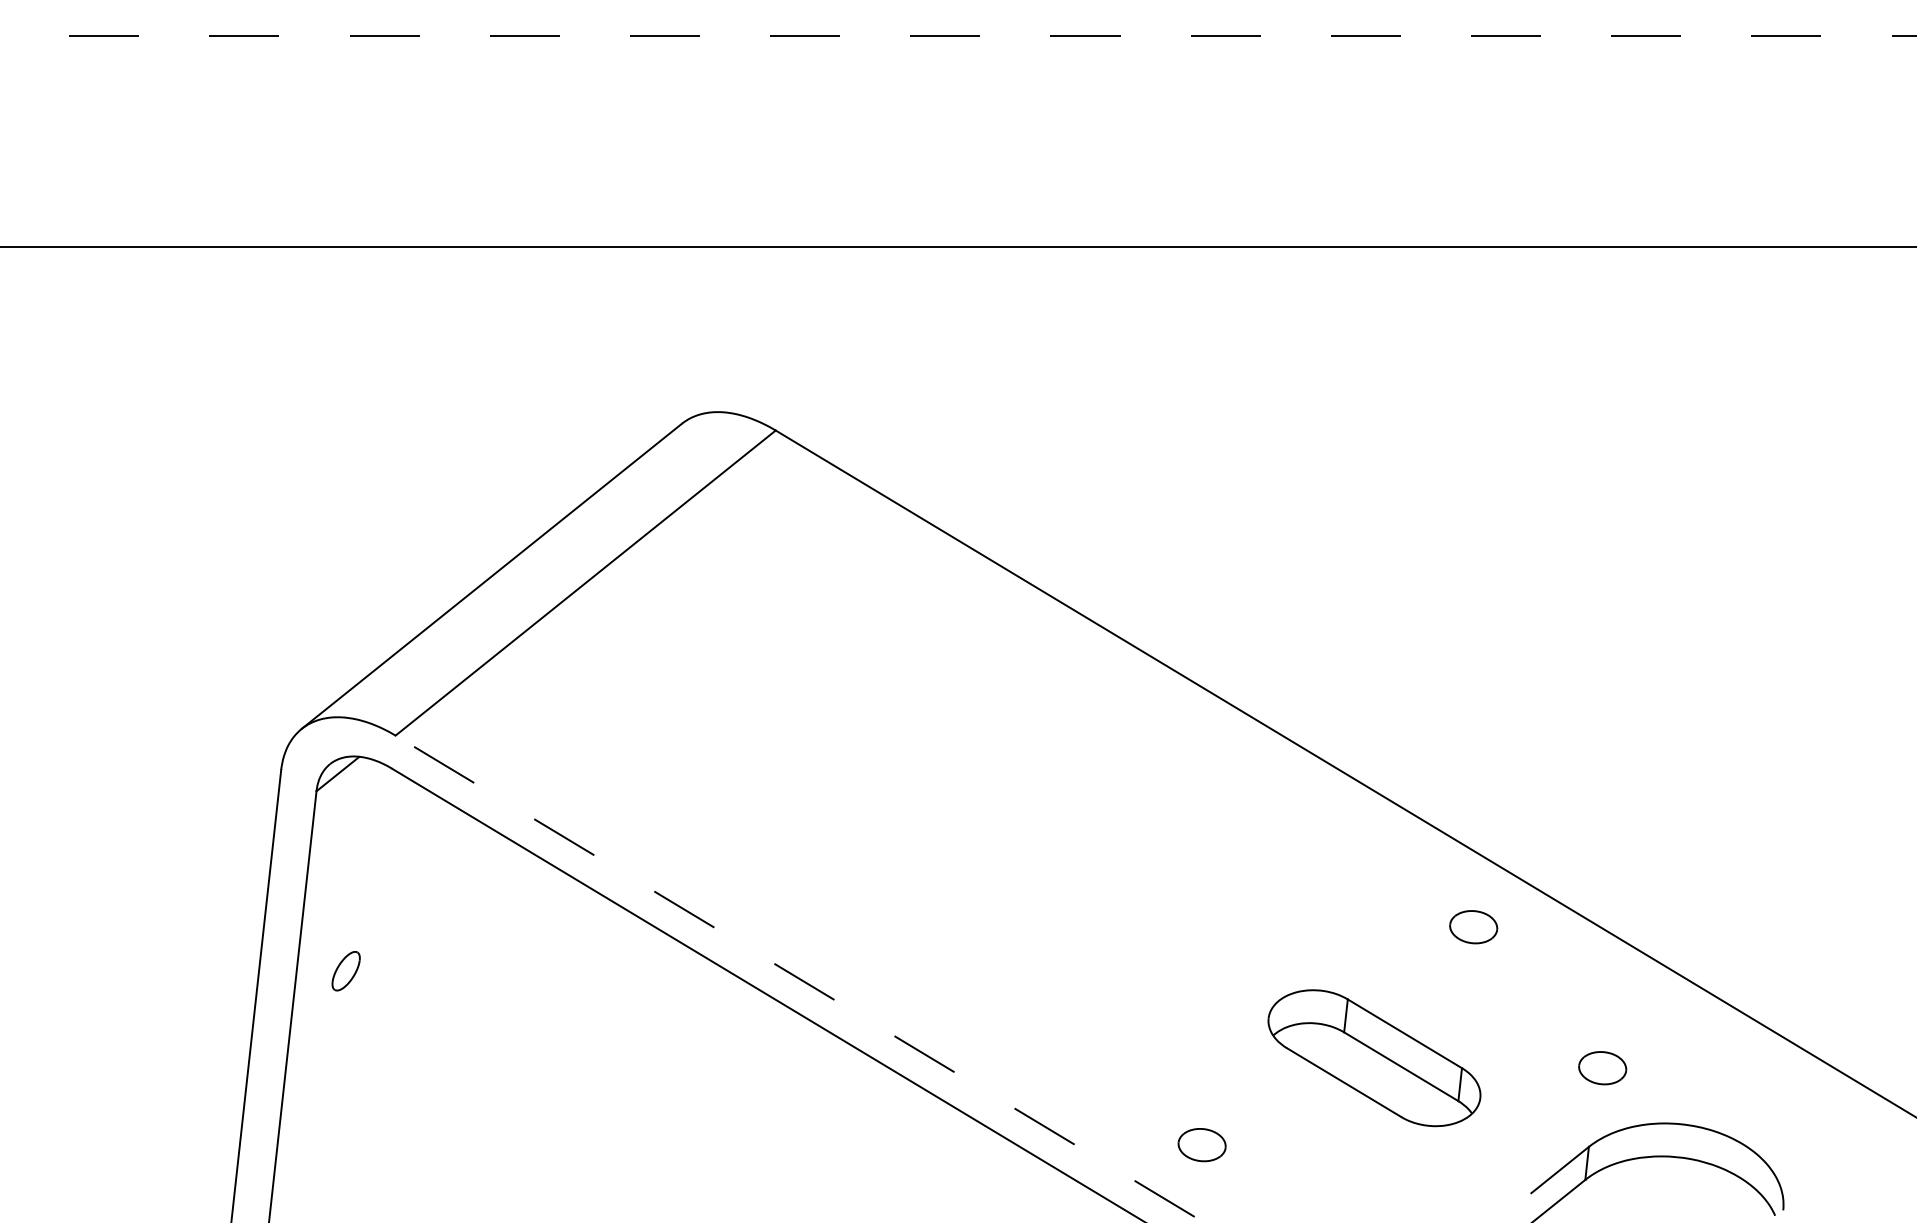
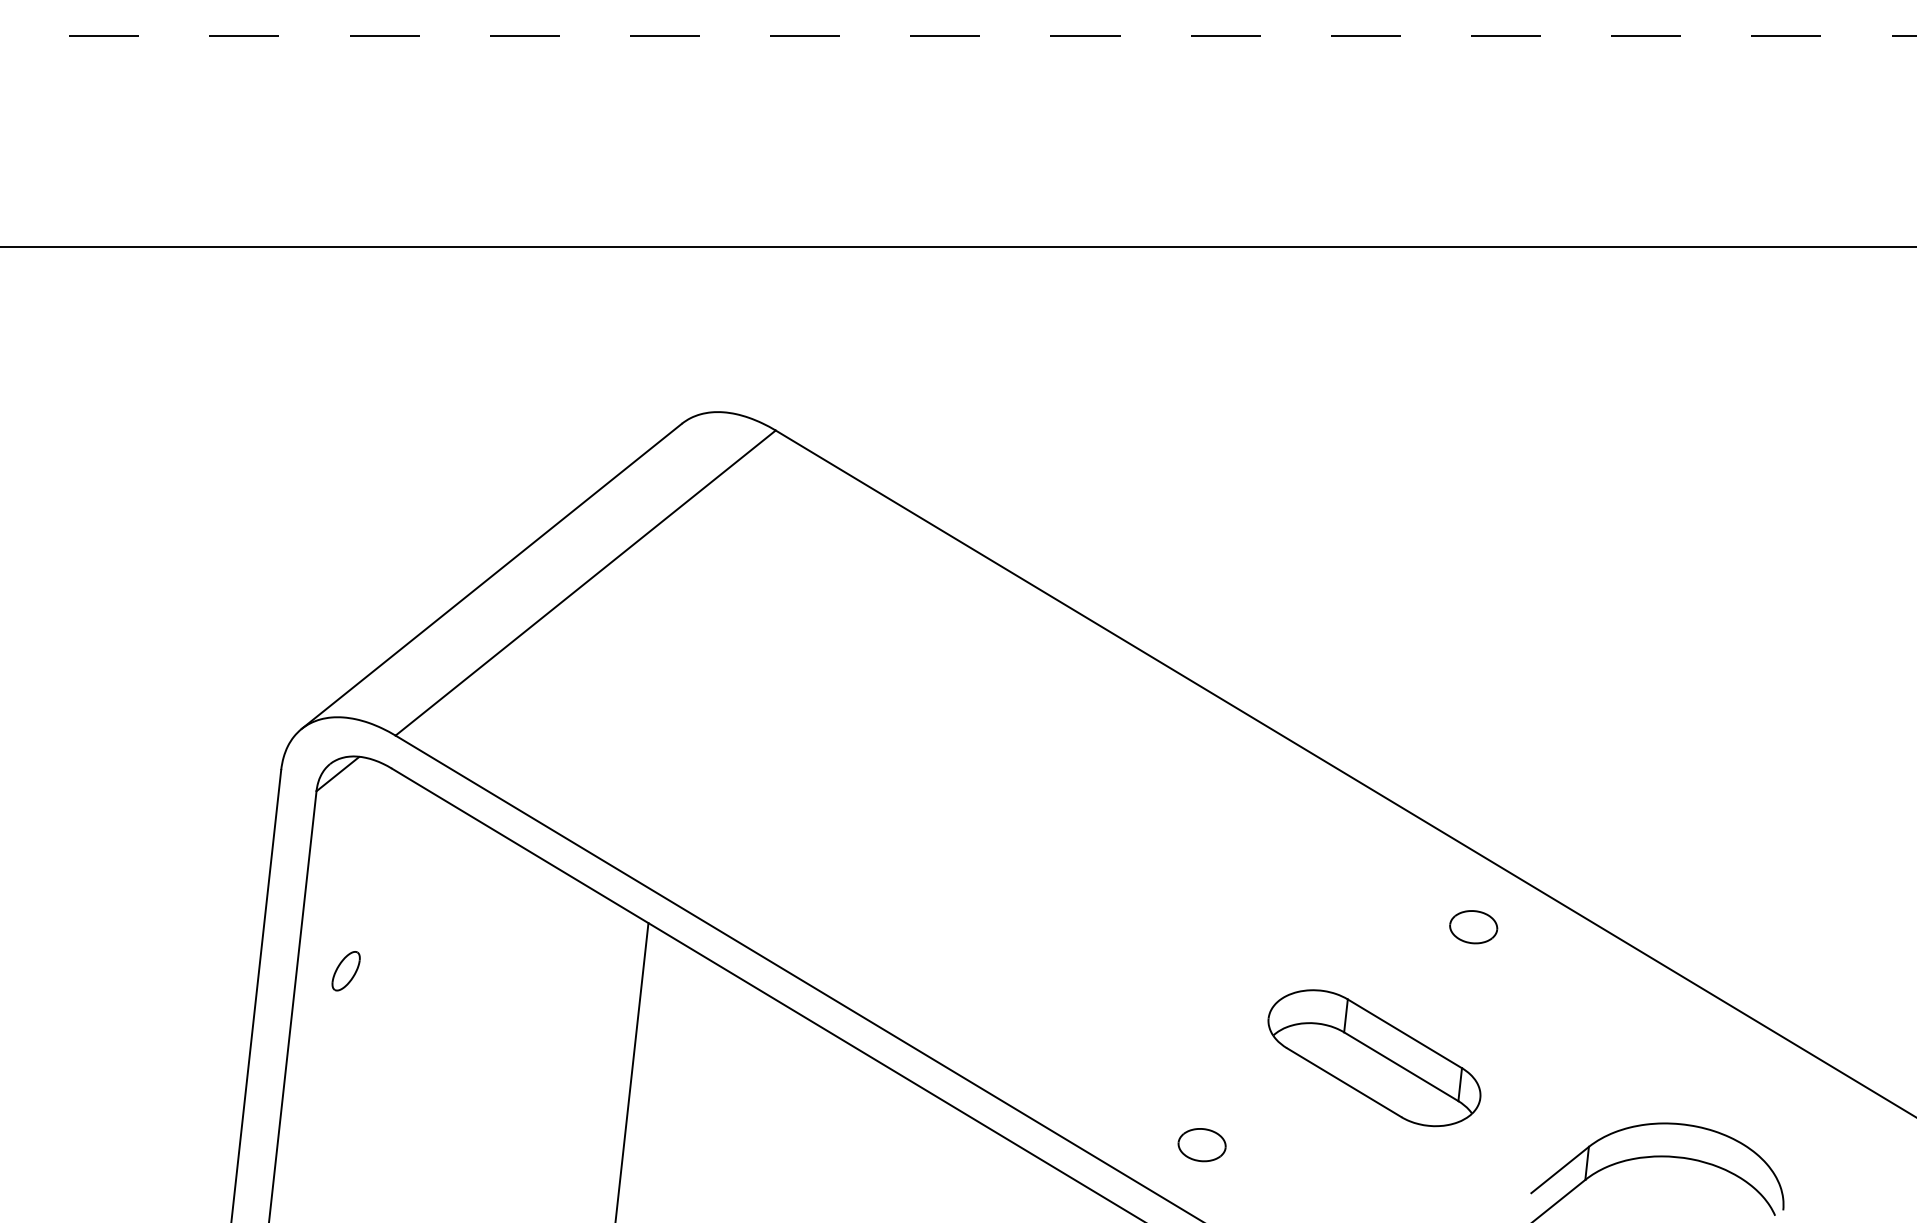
line at (799, 979): dashed -> solid
part at (1602, 1068): present -> none
line at (631, 1071): none -> present
